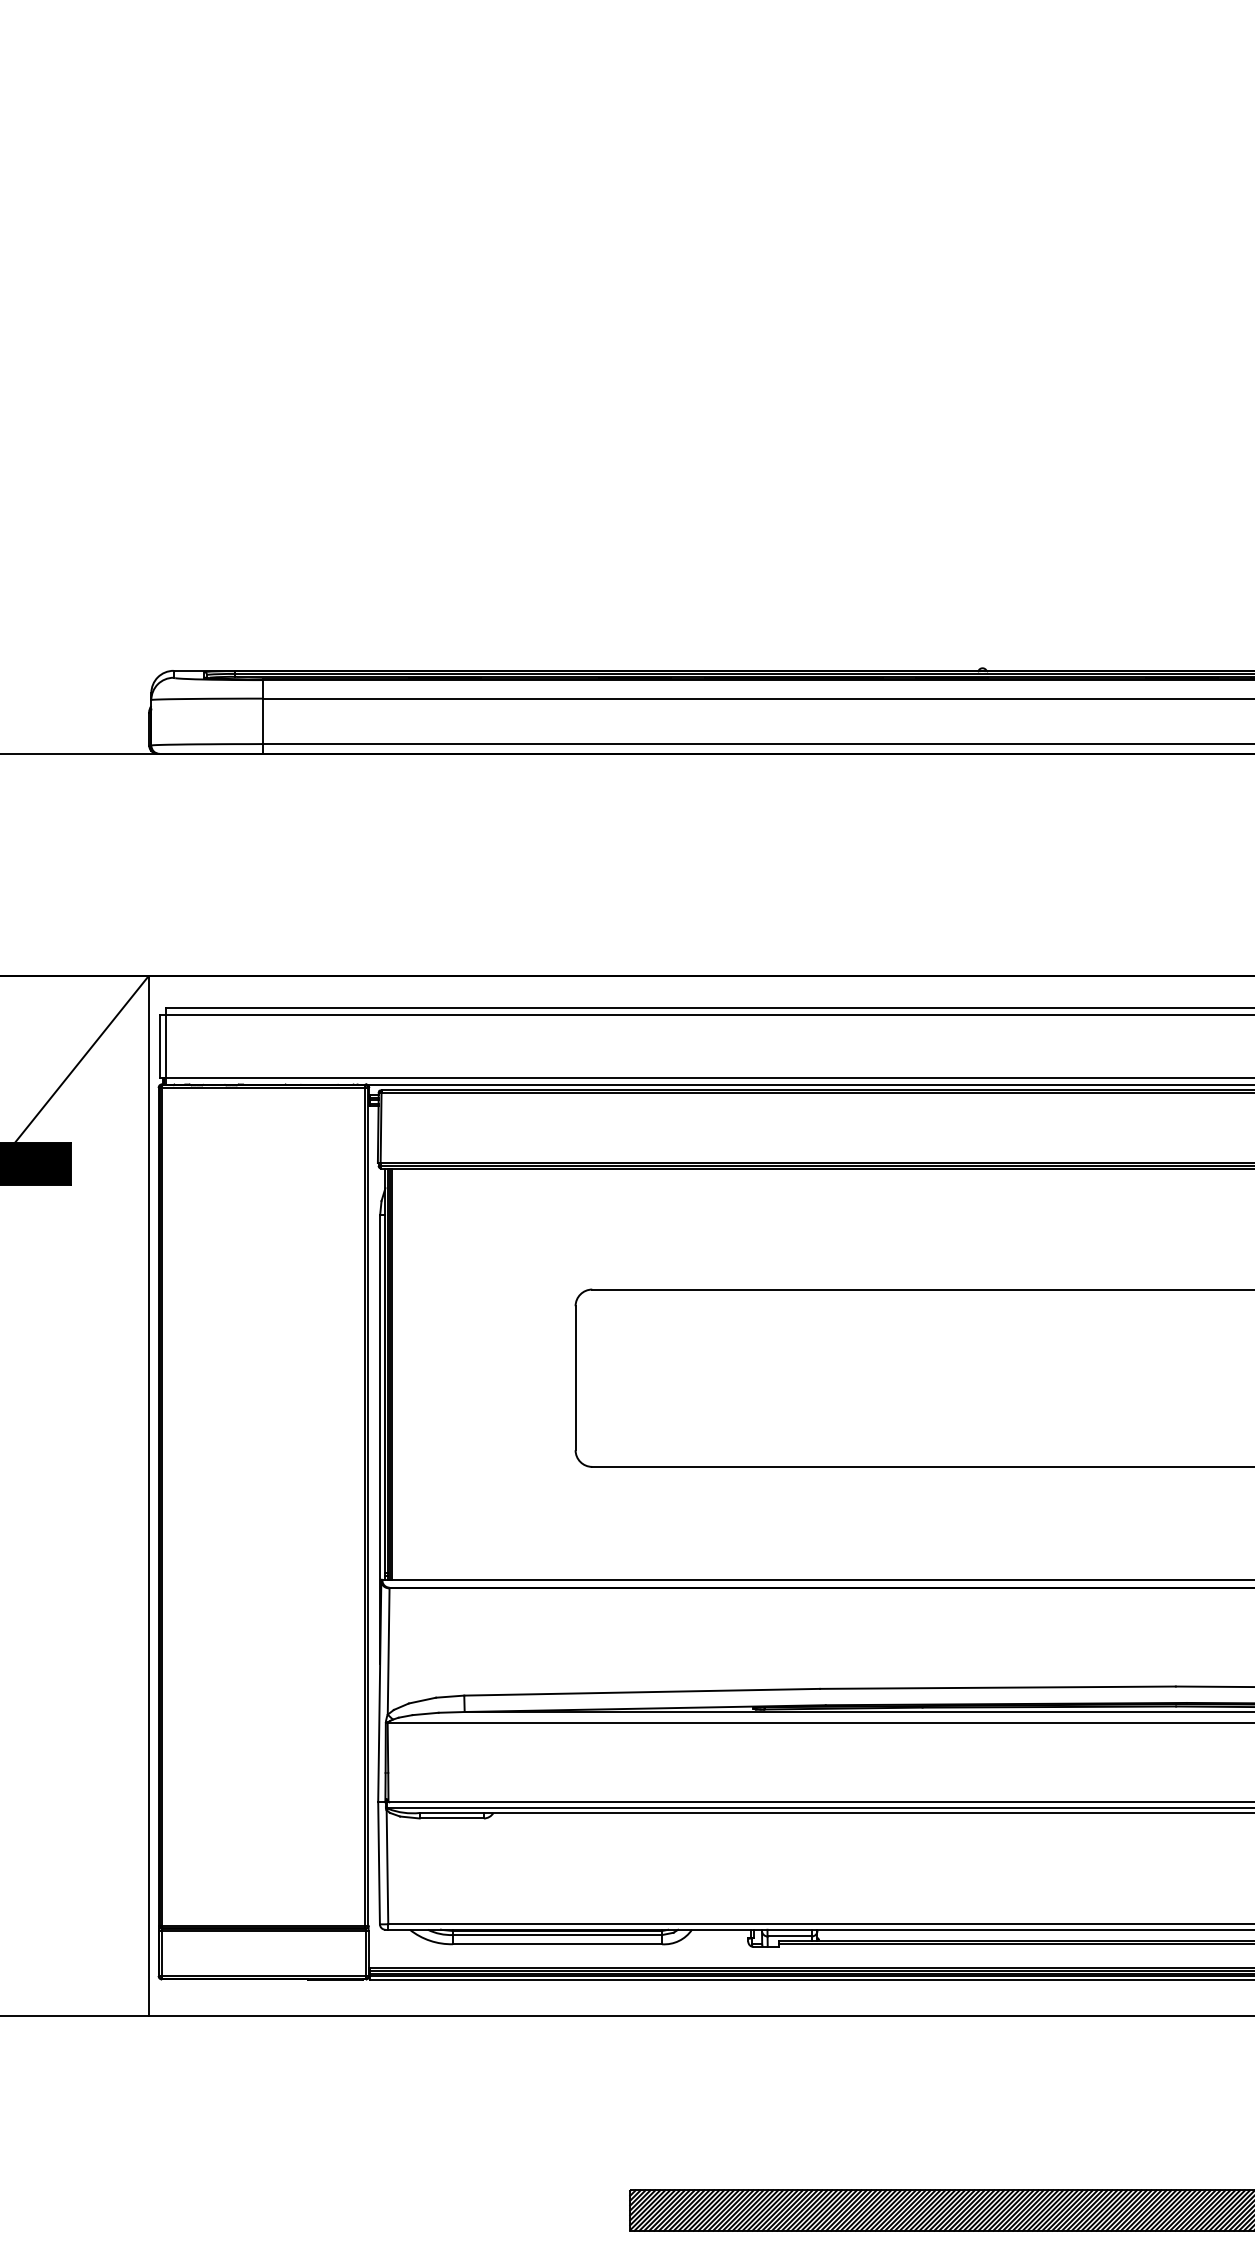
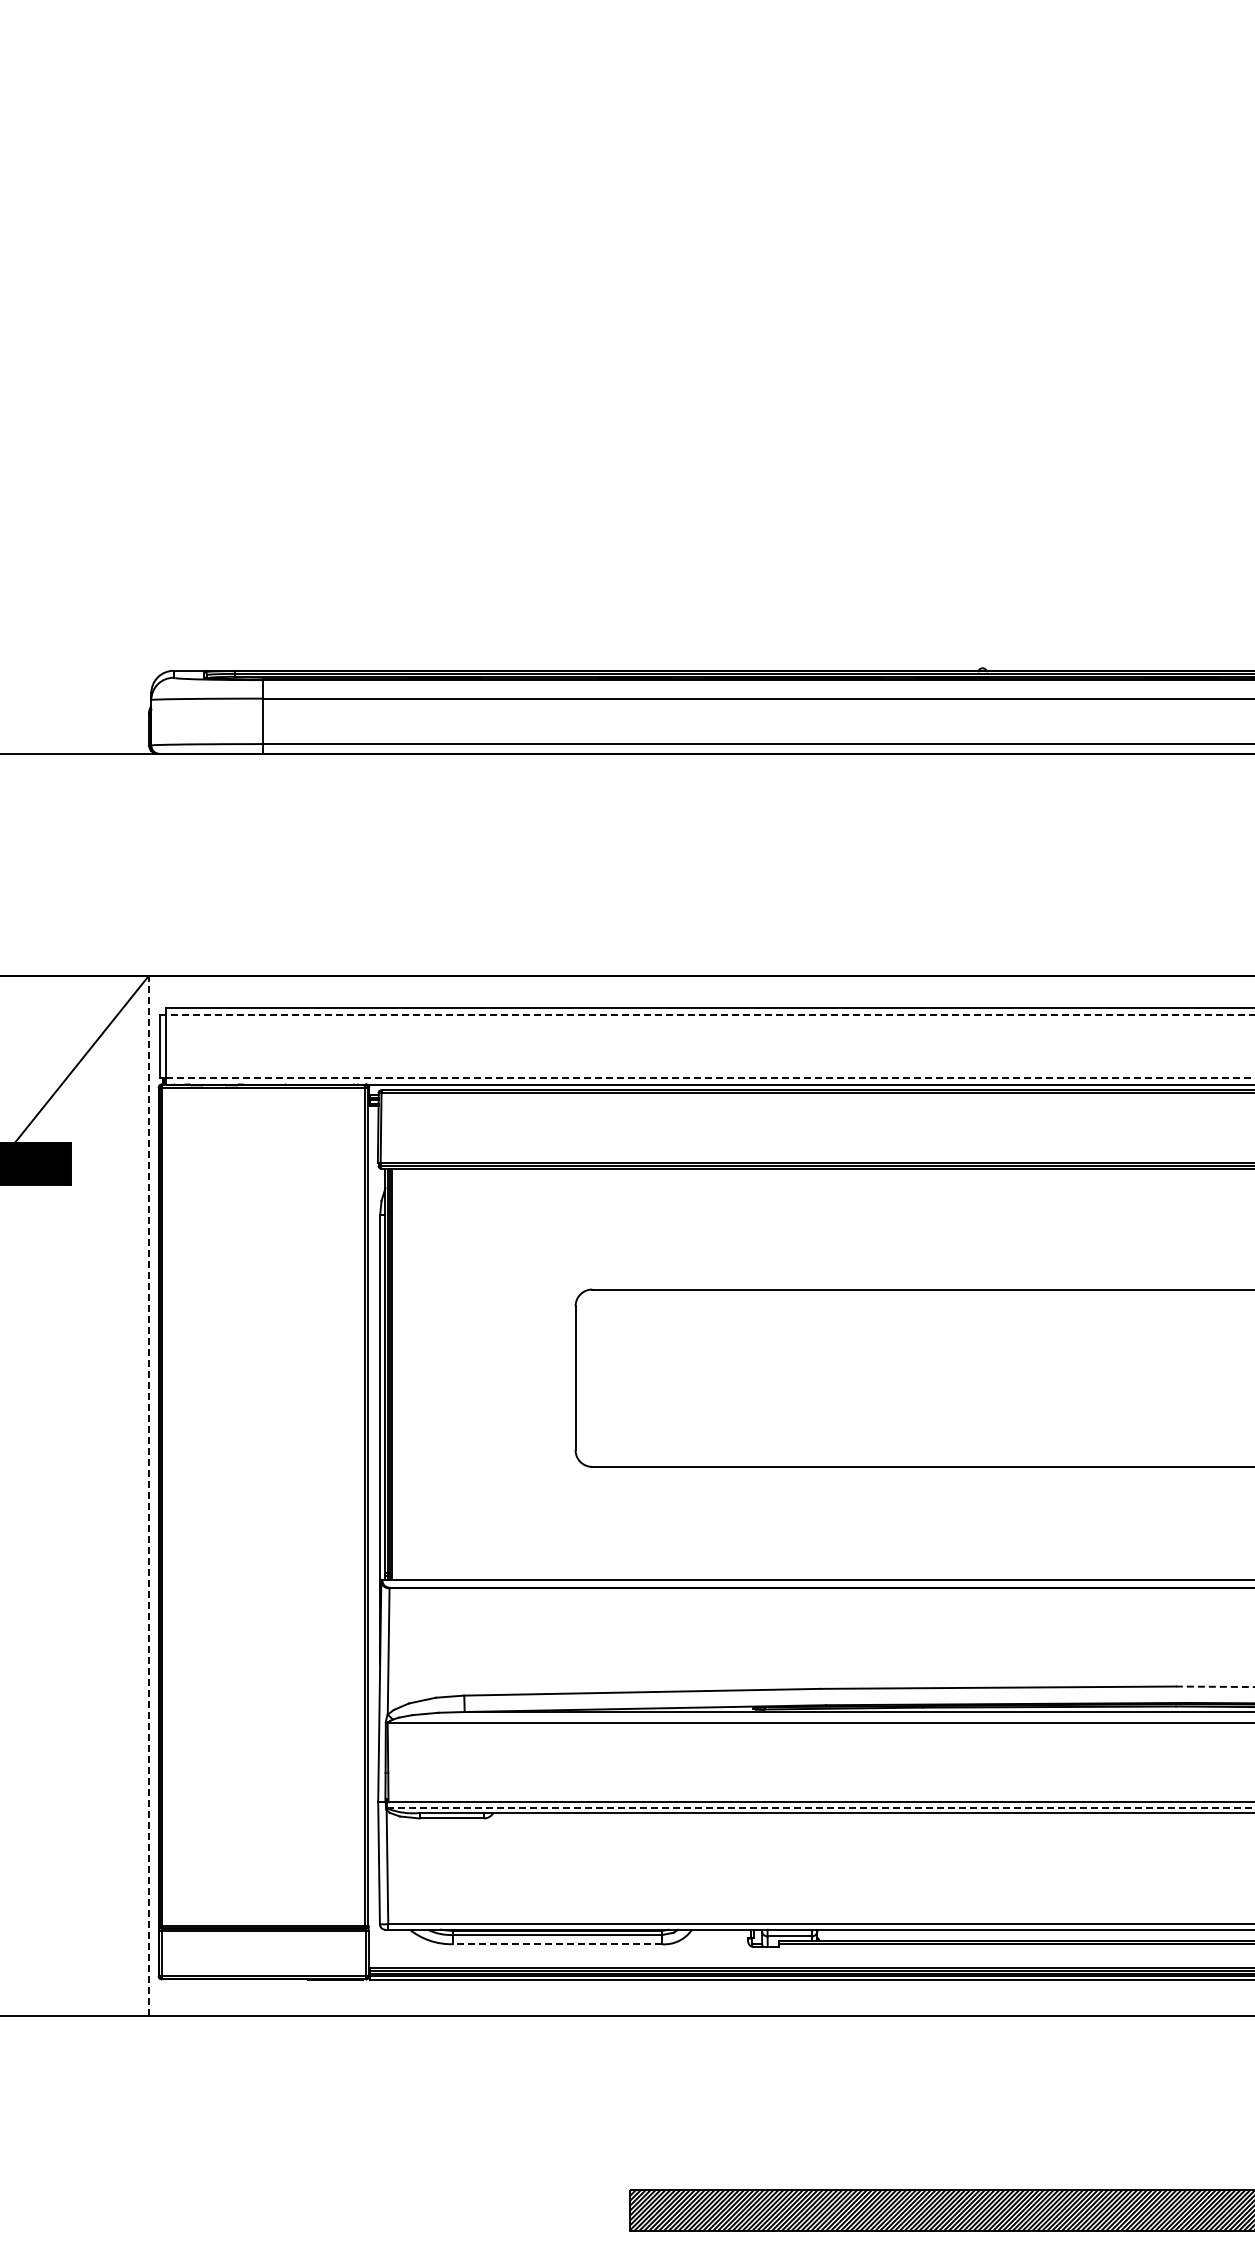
line at (710, 1014): solid -> dashed
line at (710, 1078): solid -> dashed
line at (148, 1496): solid -> dashed
line at (1215, 1686): solid -> dashed
line at (821, 1807): solid -> dashed
line at (557, 1944): solid -> dashed
